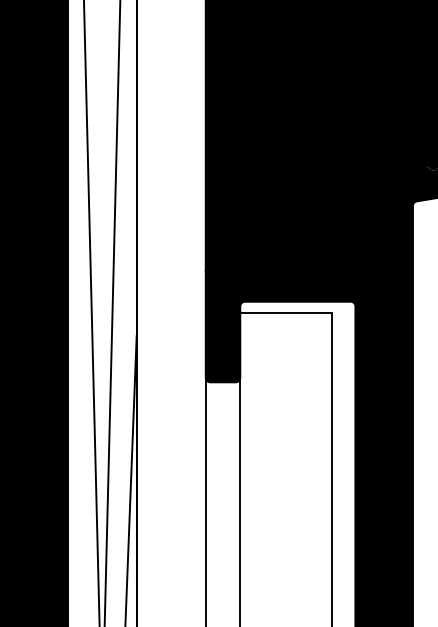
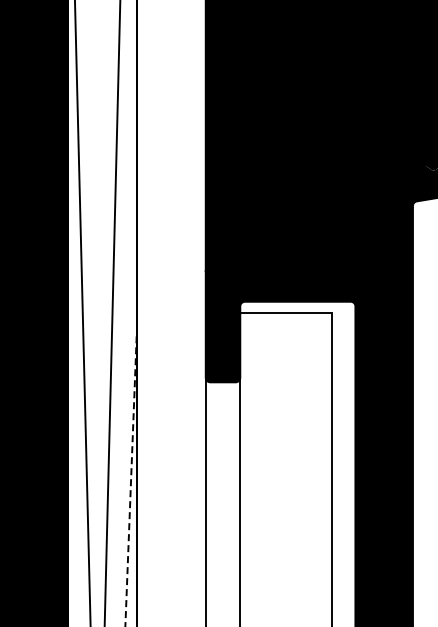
line at (91, 312) position: (91, 312) -> (82, 312)
line at (131, 482): solid -> dashed
